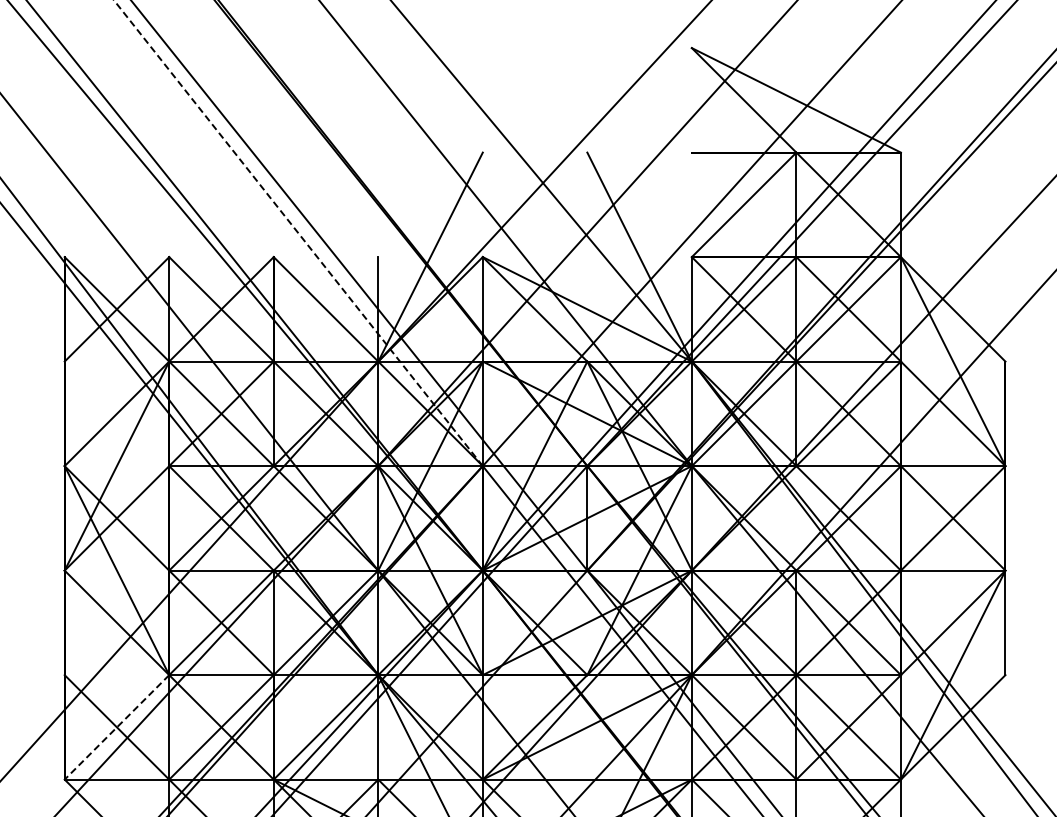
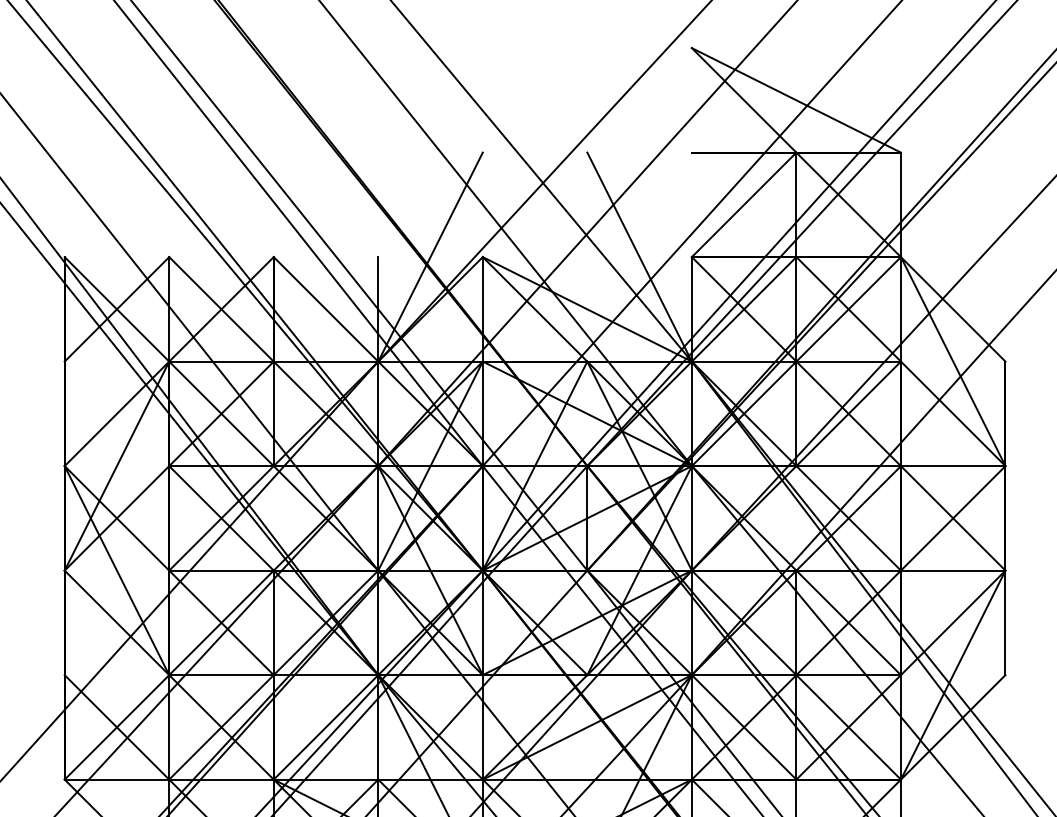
line at (298, 233): dashed -> solid
line at (116, 727): dashed -> solid
